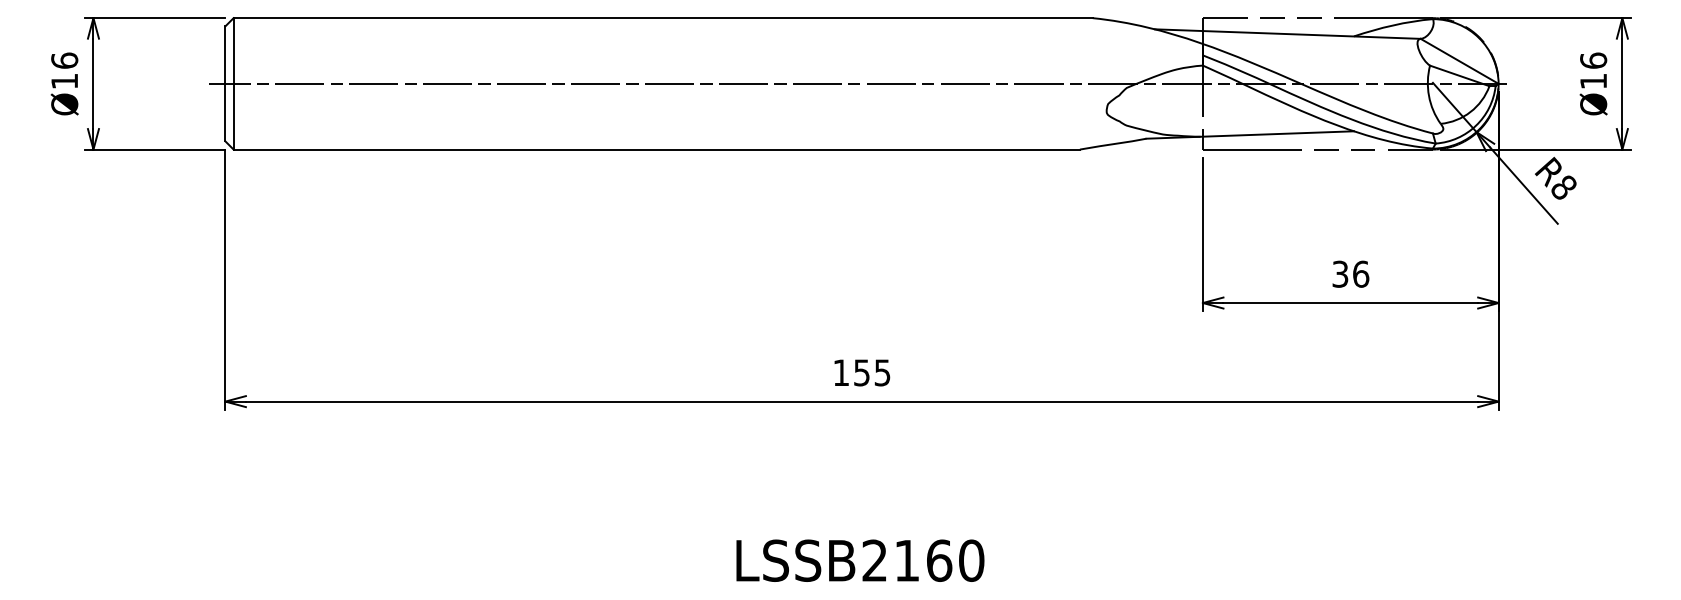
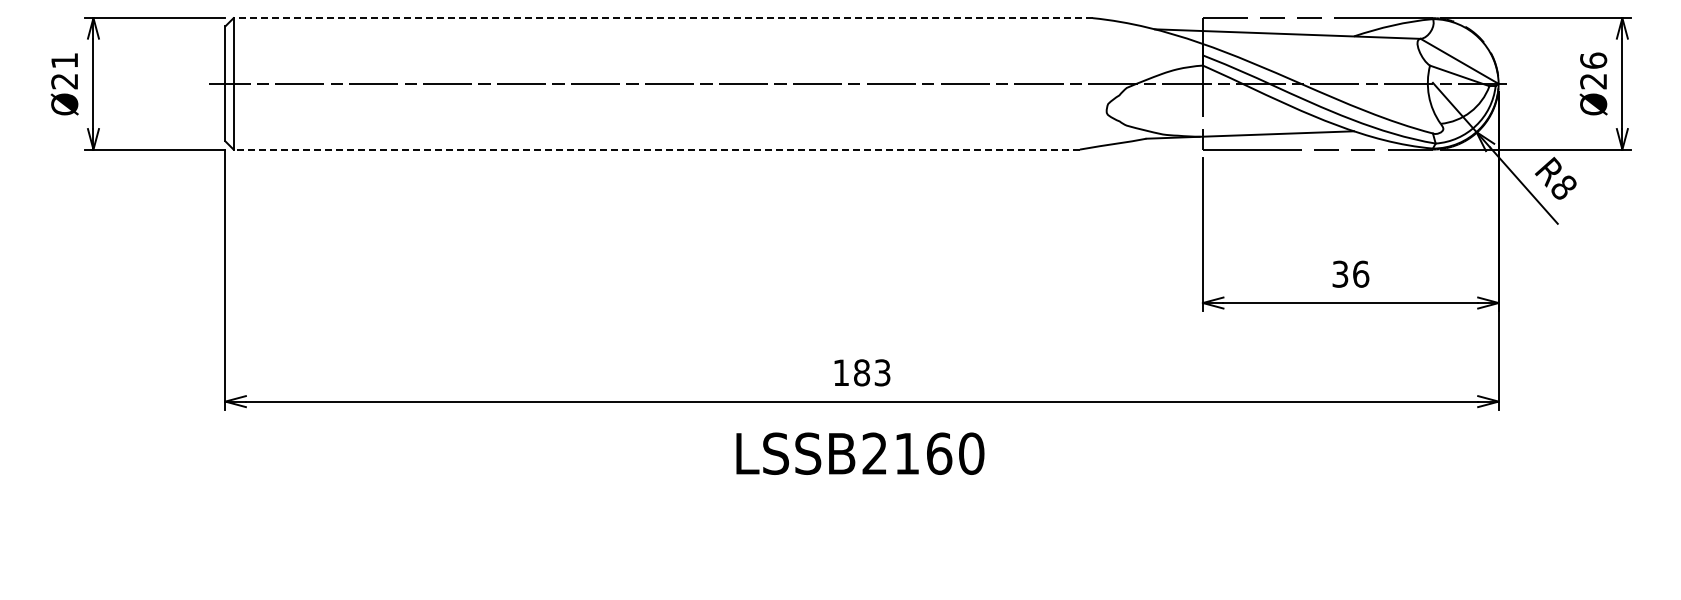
line at (663, 18): solid -> dashed
text at (64, 70): Ø16 -> Ø21
text at (1593, 81): Ø16 -> Ø26
line at (656, 149): solid -> dashed
text at (872, 372): 155 -> 183
text at (860, 560) position: (860, 560) -> (860, 453)
